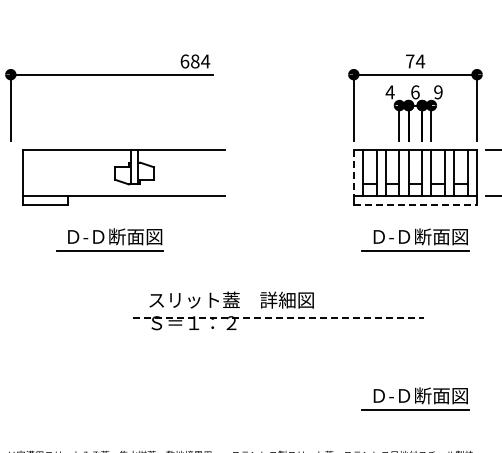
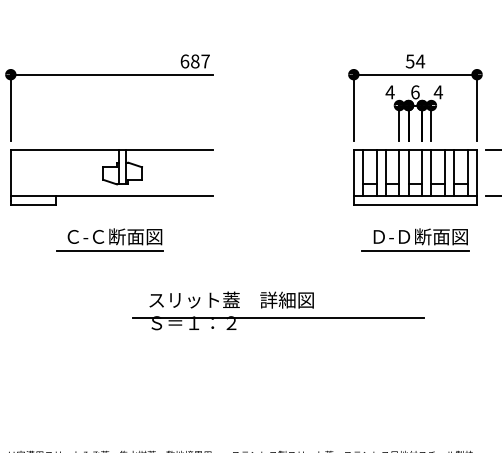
text at (205, 61): 684 -> 687
text at (409, 61): 74 -> 54
text at (438, 92): 9 -> 4
line at (353, 172): dashed -> solid
part at (123, 177) position: (123, 177) -> (111, 177)
line at (415, 204): dashed -> solid
text at (85, 236): Ｄ-Ｄ断面図 -> Ｃ-Ｃ断面図
line at (278, 317): dashed -> solid
part at (415, 398): present -> none
